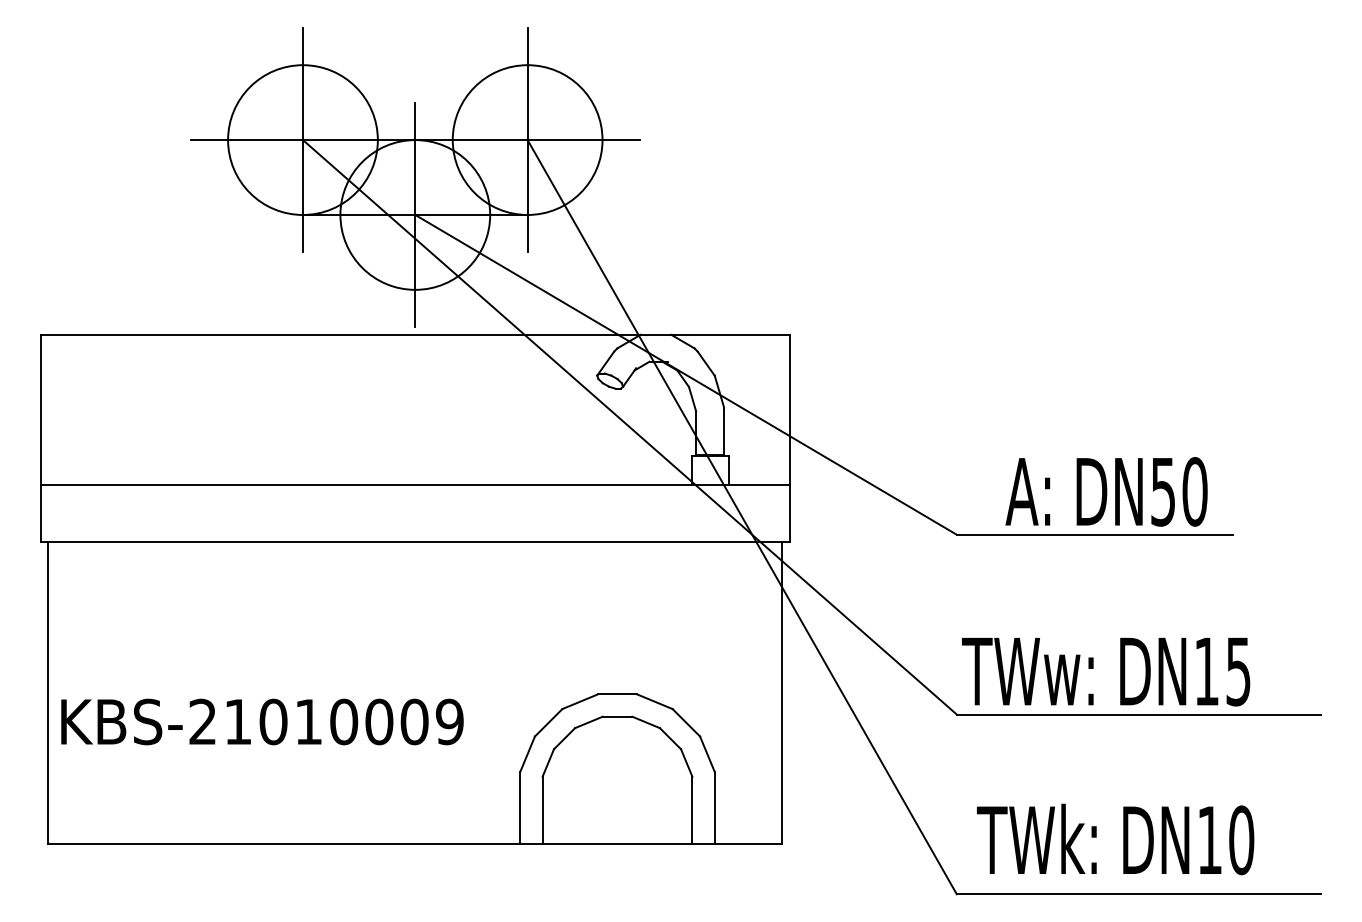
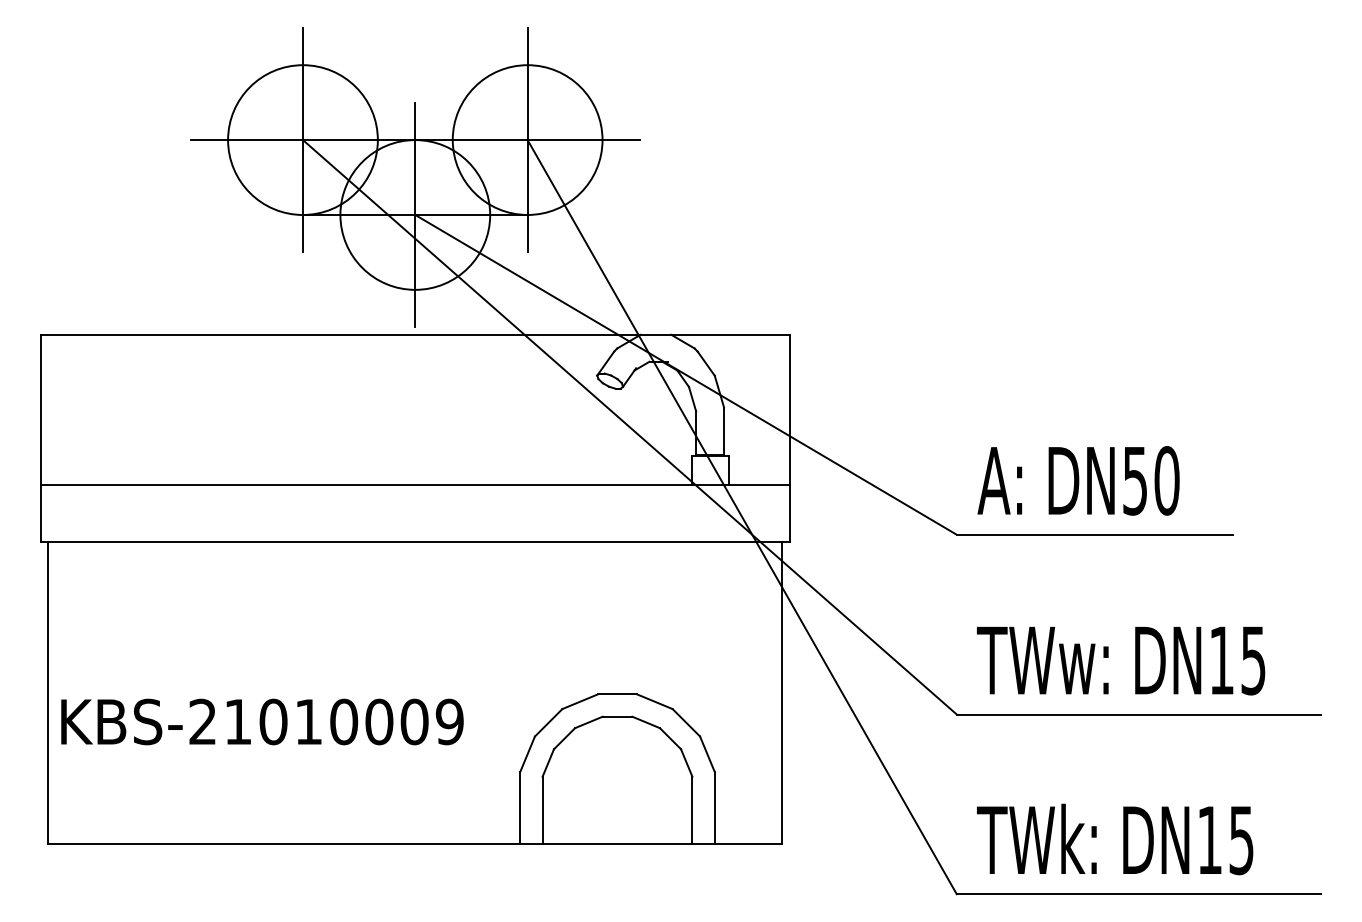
text at (1106, 491) position: (1106, 491) -> (1078, 480)
text at (1106, 671) position: (1106, 671) -> (1121, 660)
text at (1241, 840): DN10 -> DN15
